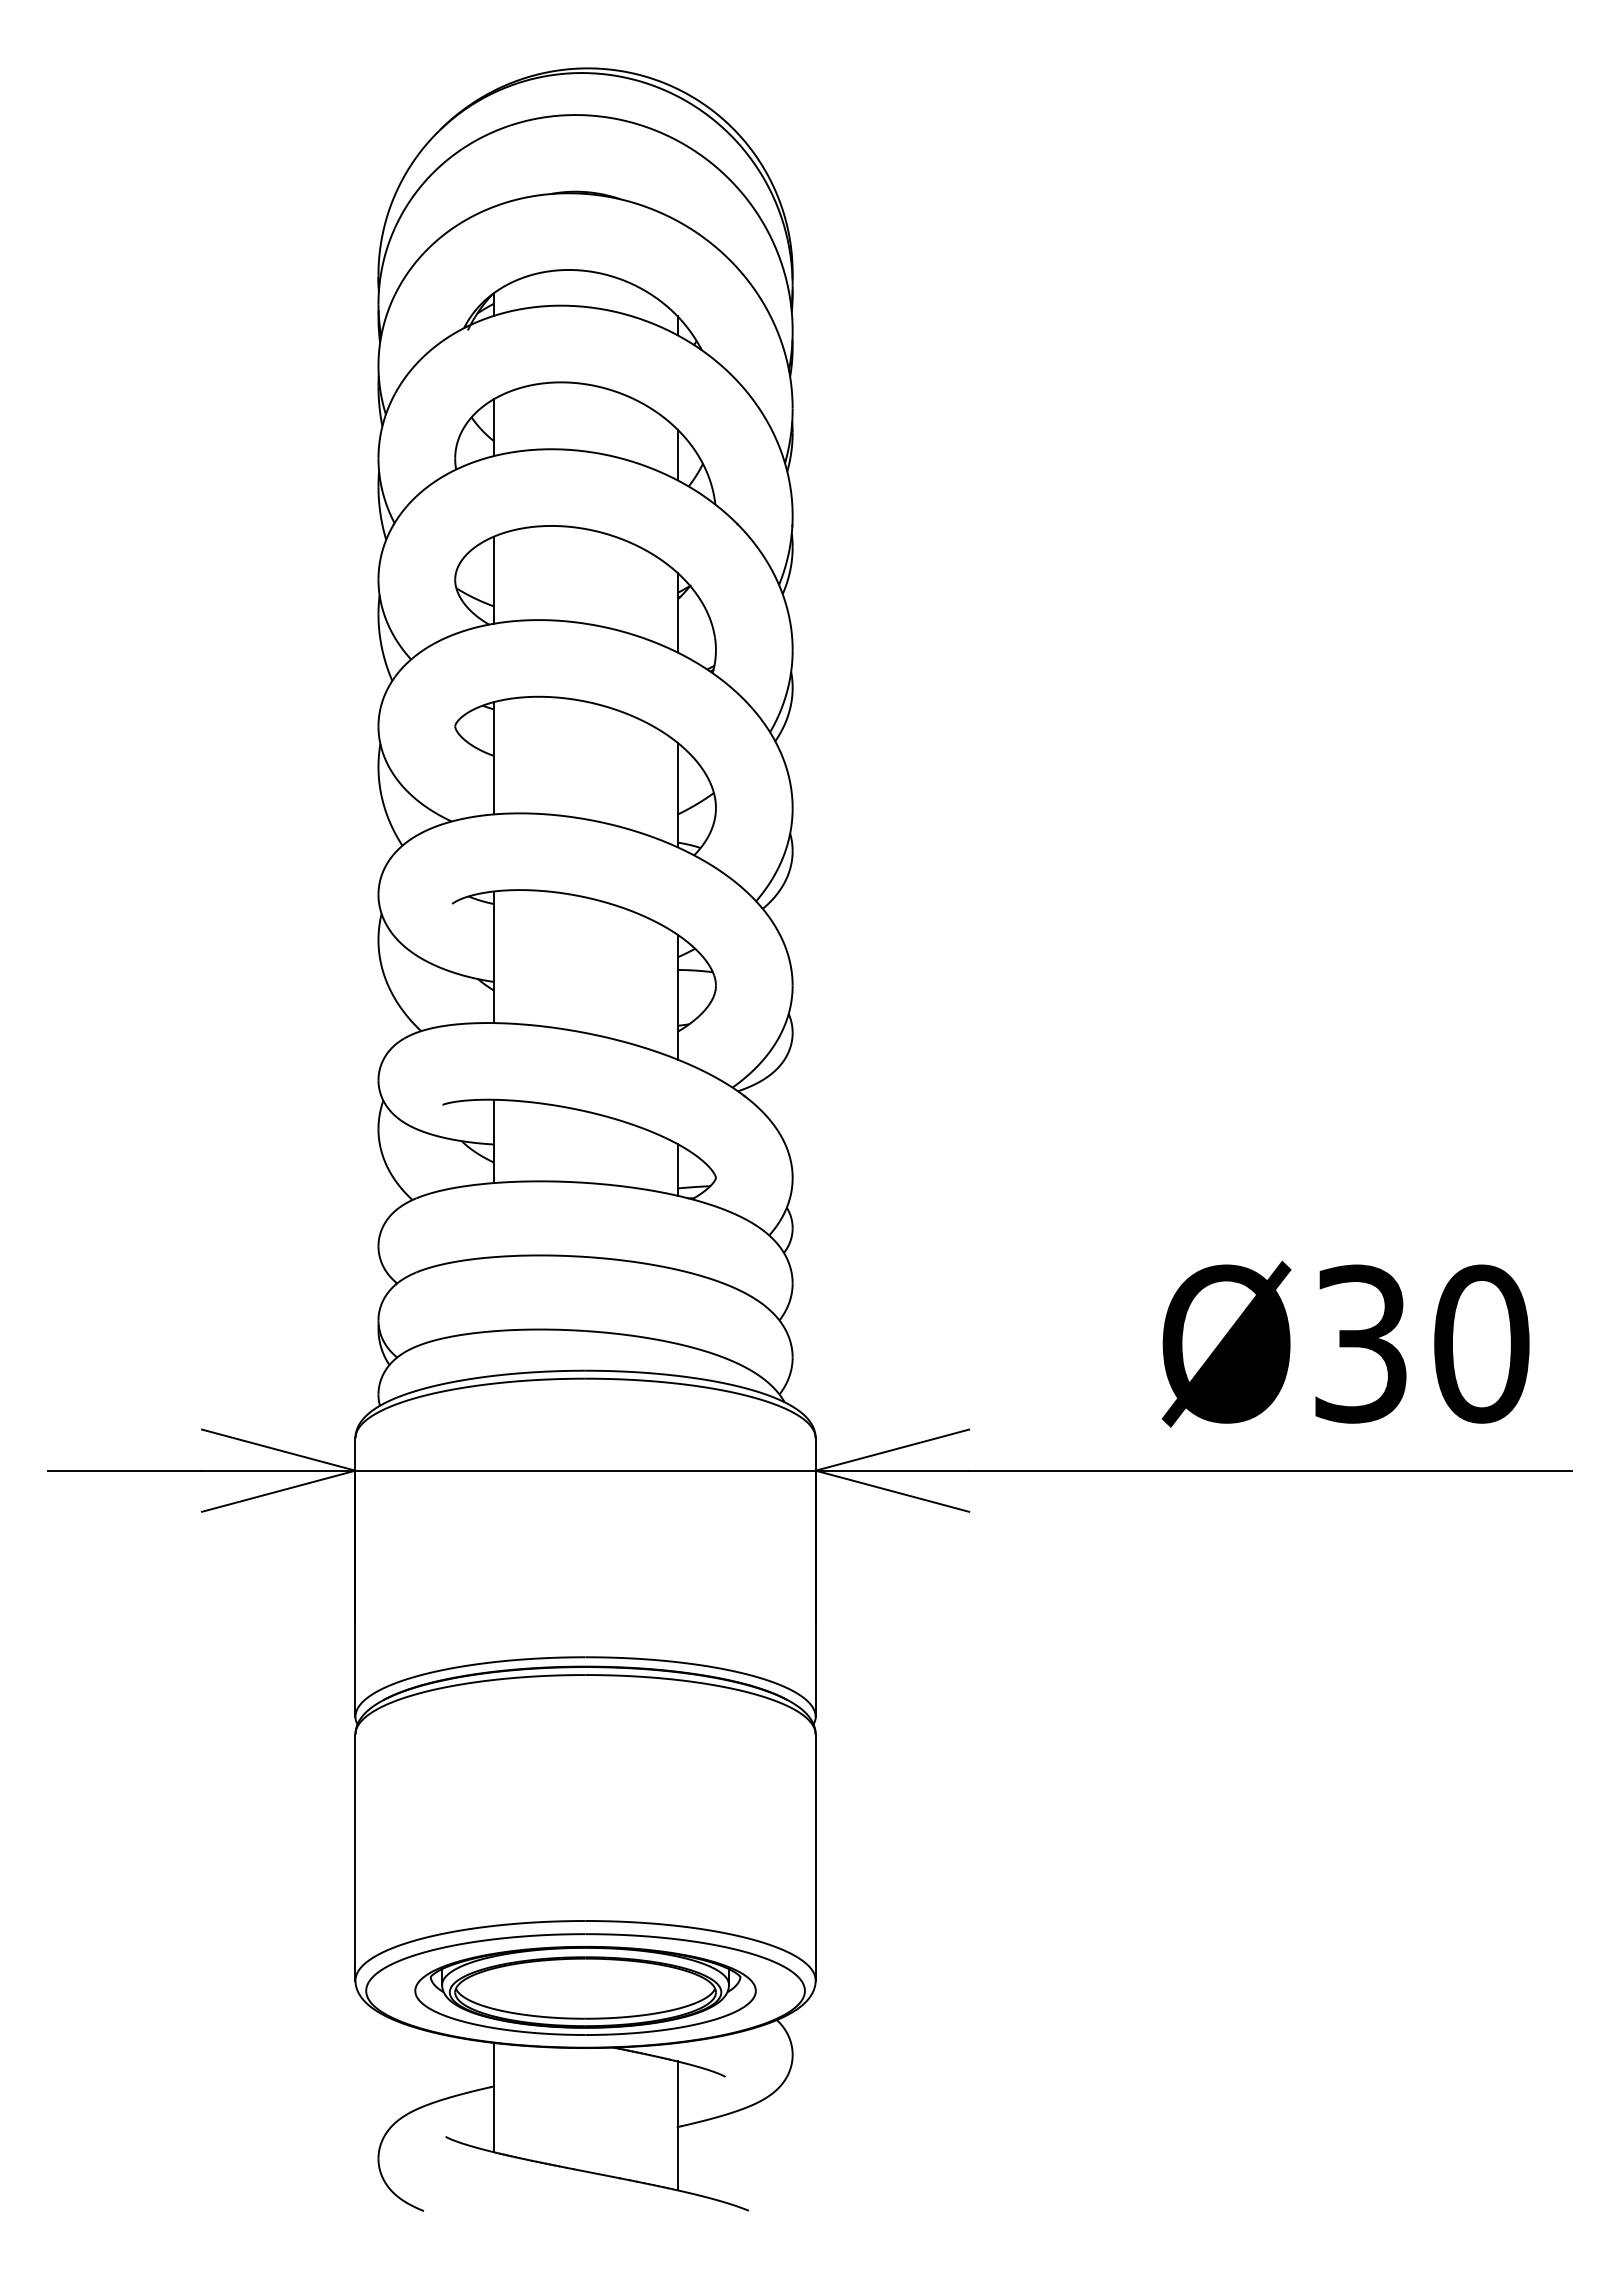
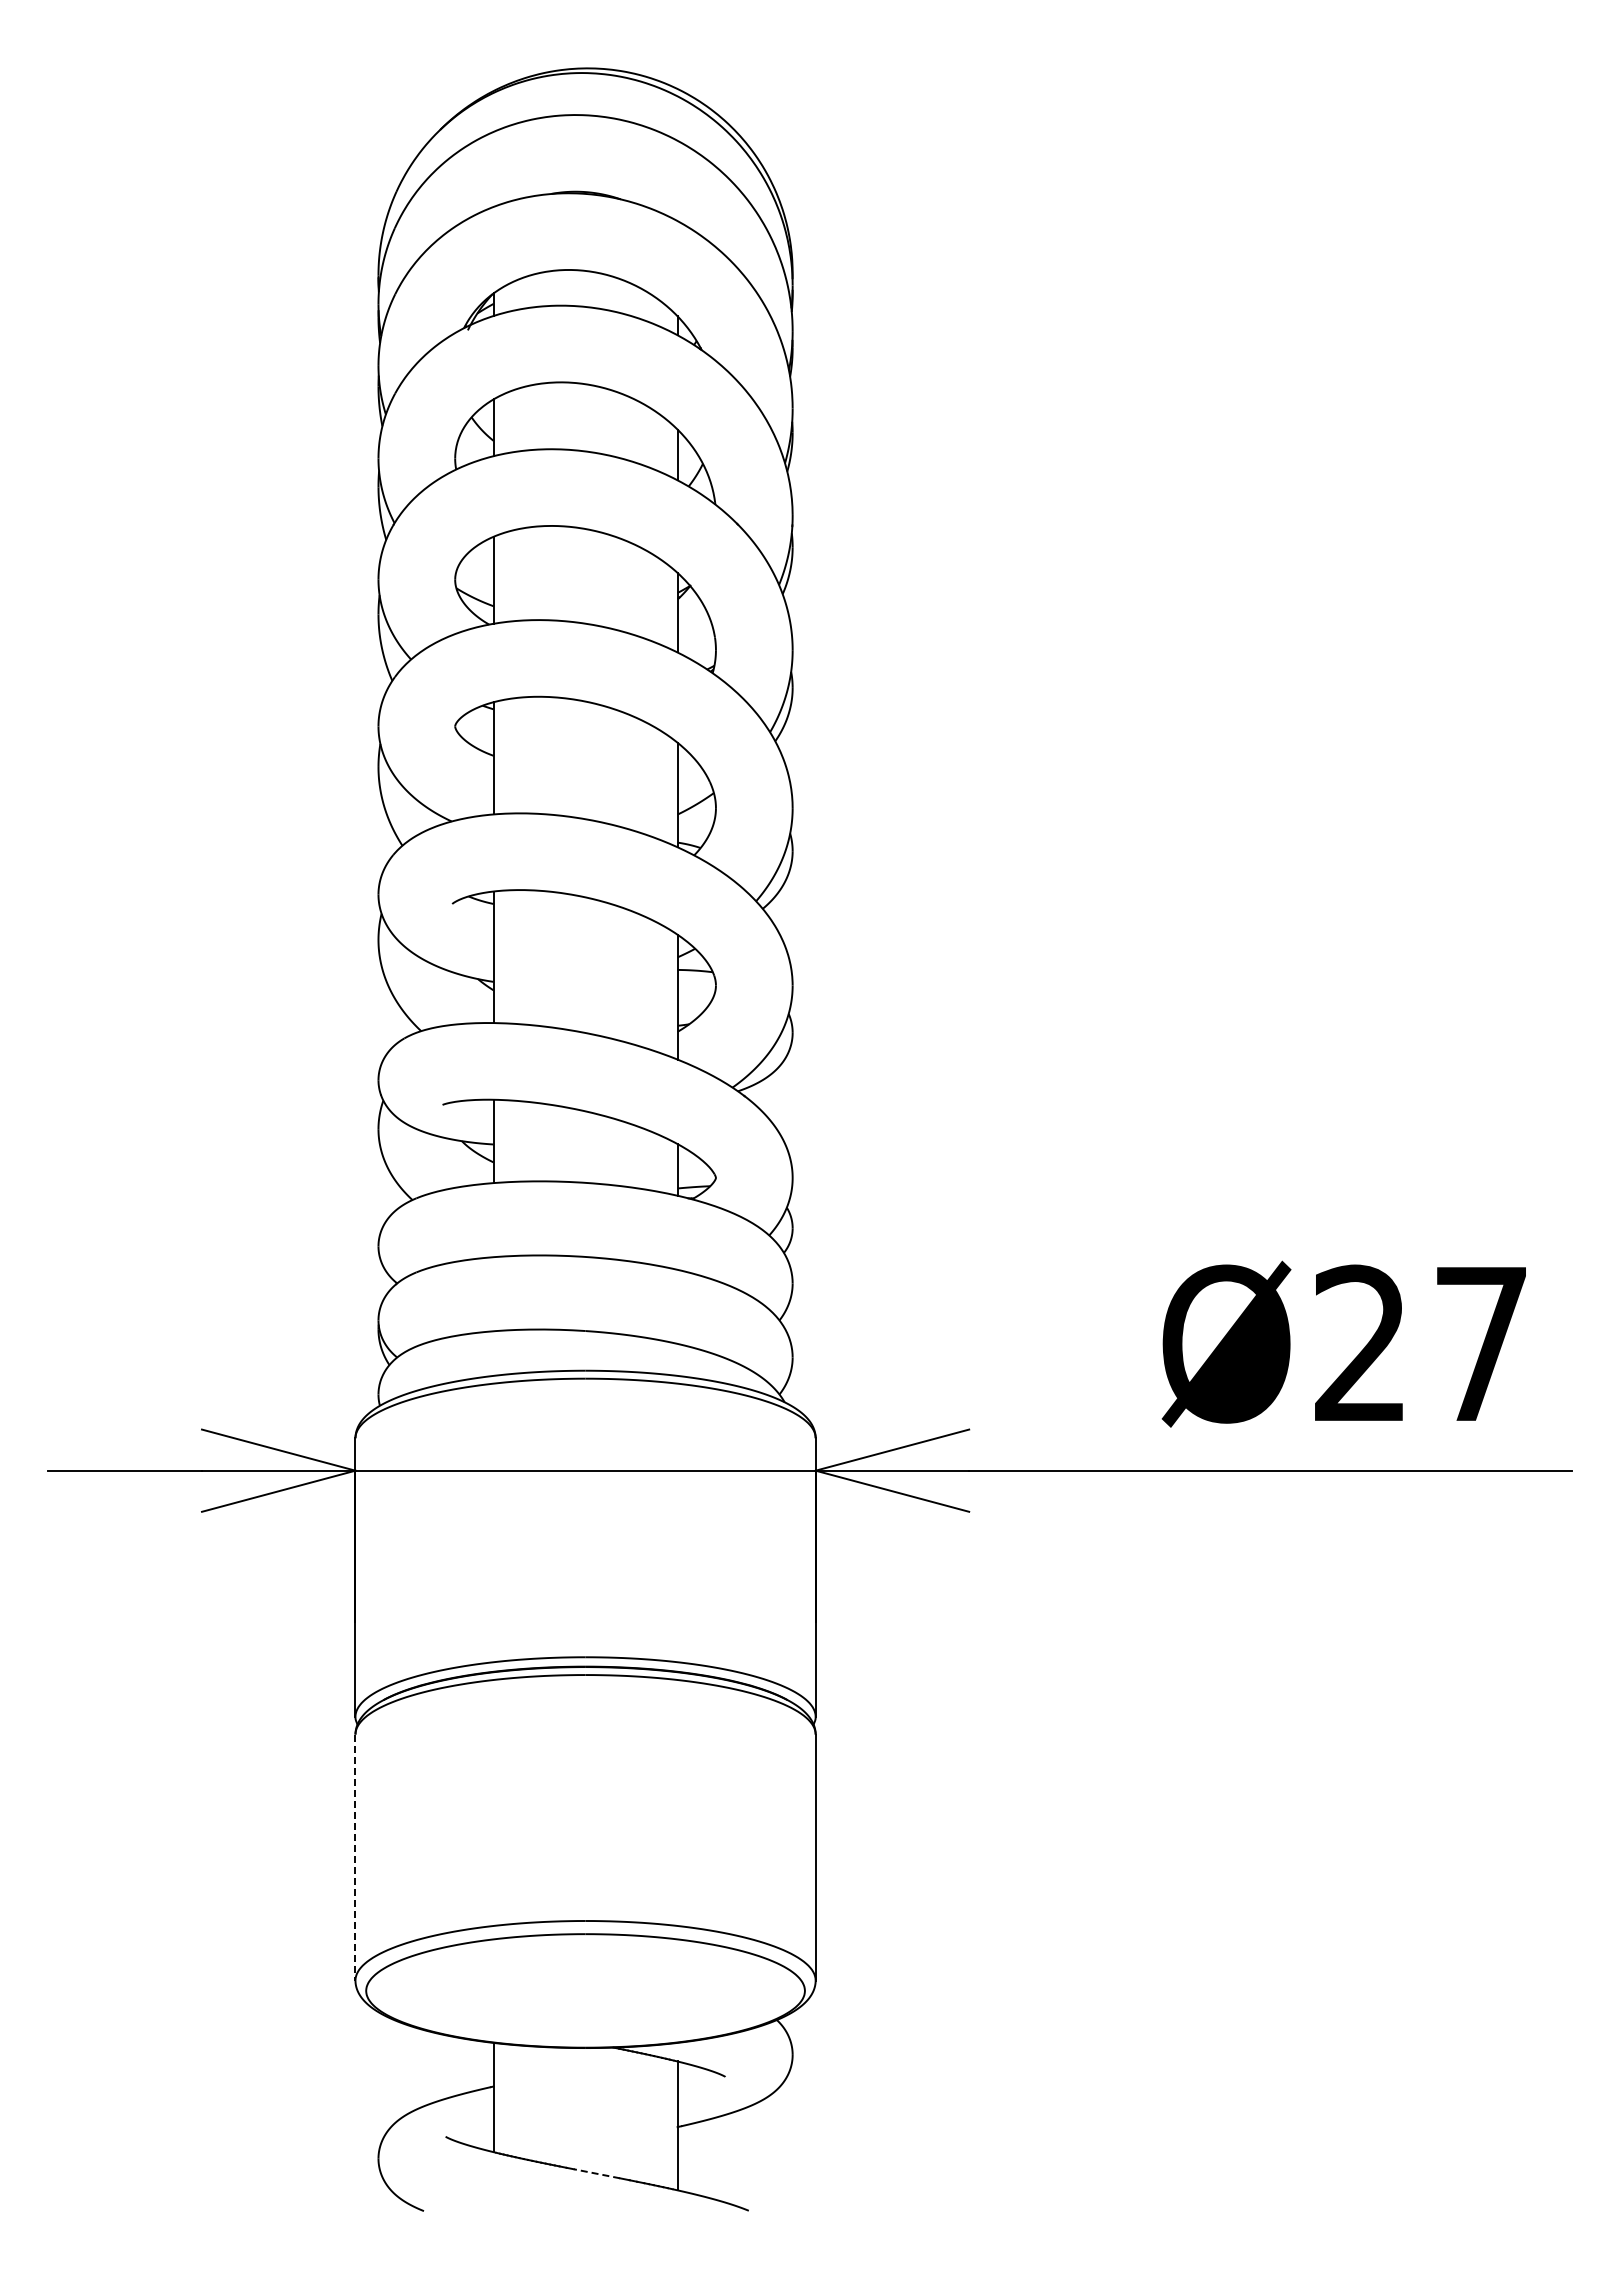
text at (1422, 1343): Ø30 -> Ø27
line at (355, 1857): solid -> dashed
part at (585, 1990): present -> none
line at (596, 2173): solid -> dashed
